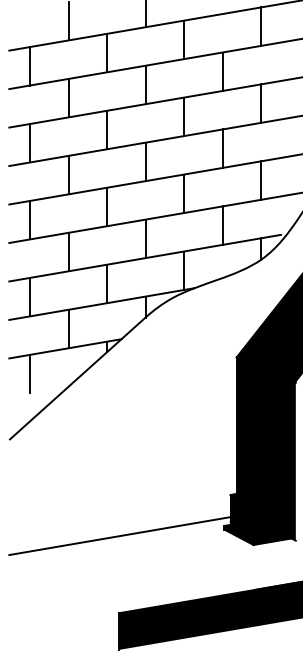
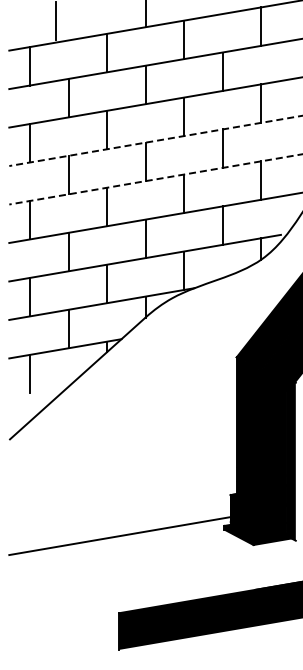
line at (68, 21) position: (68, 21) -> (55, 21)
line at (156, 140): solid -> dashed
line at (155, 179): solid -> dashed
